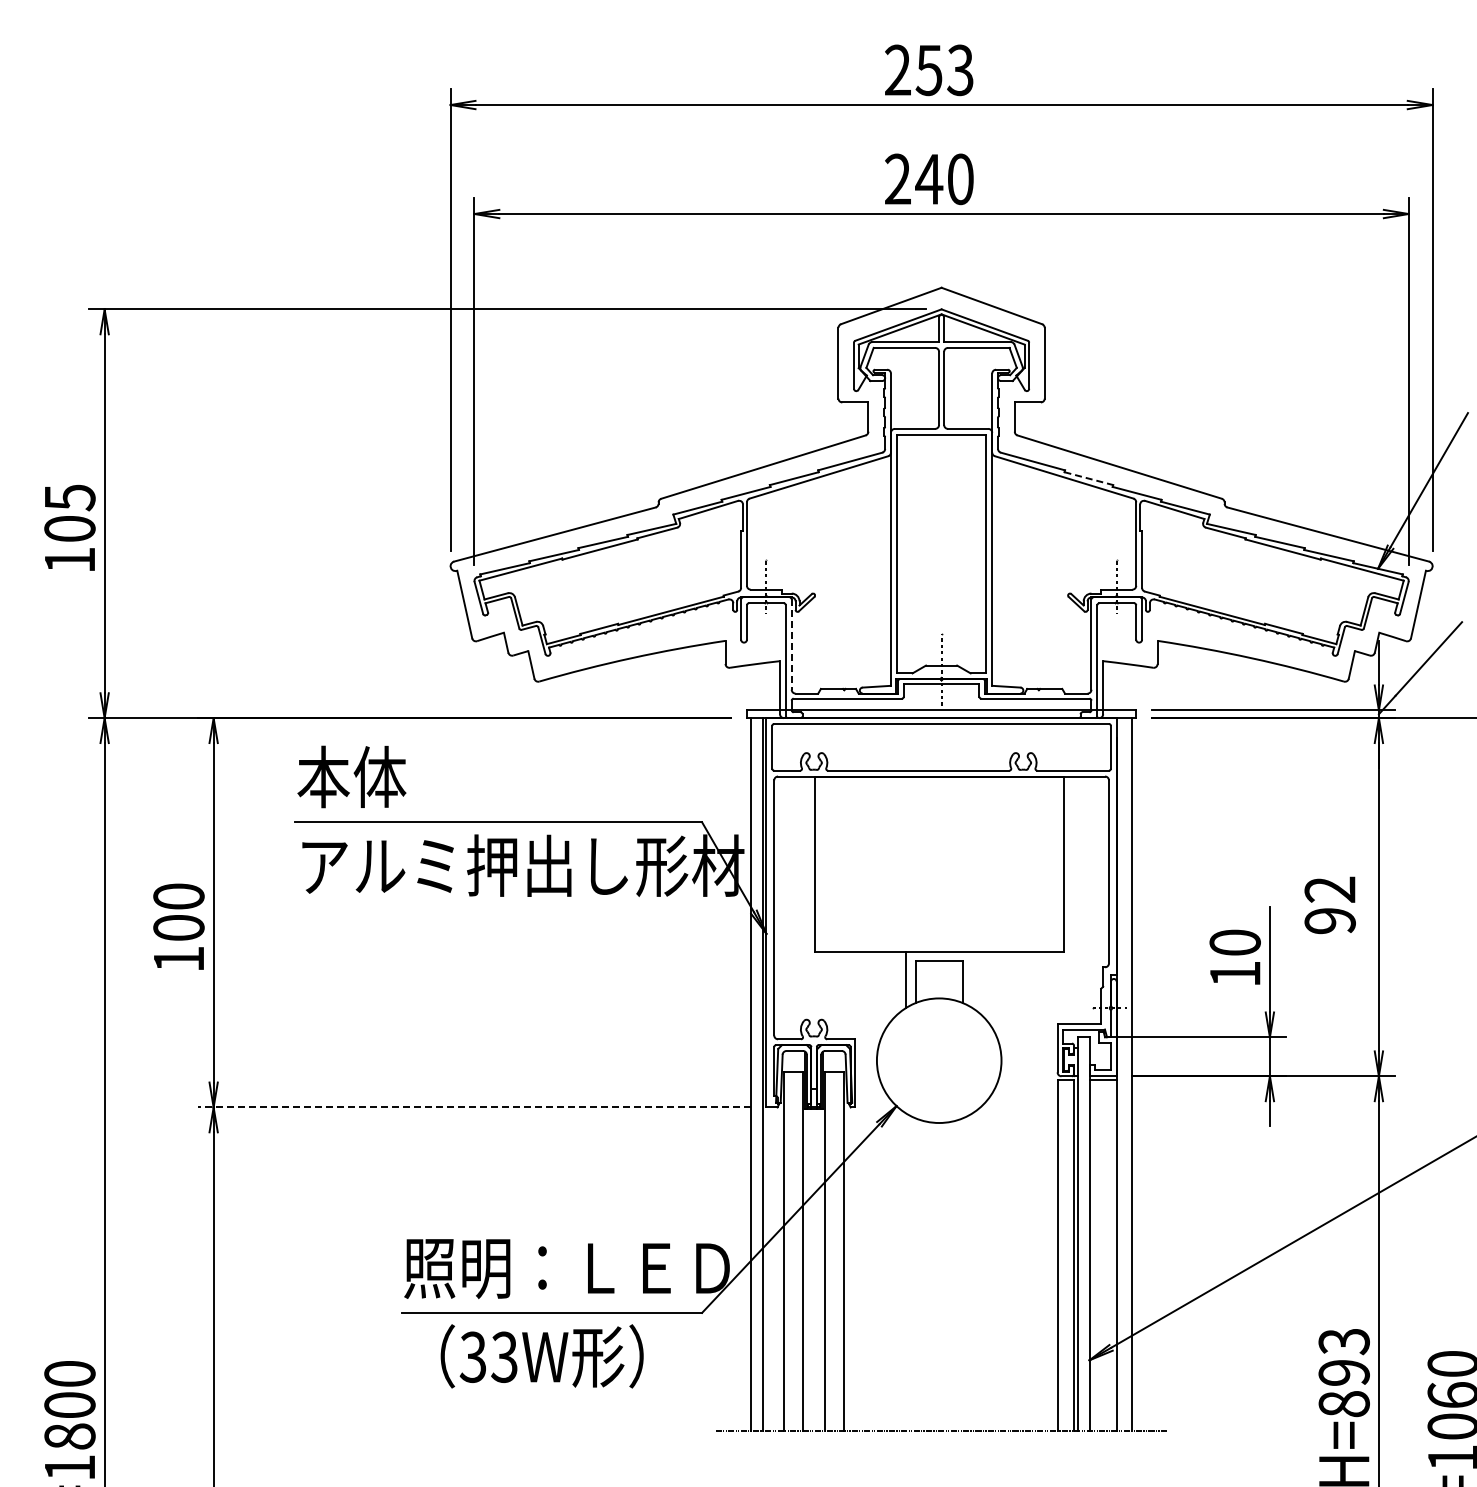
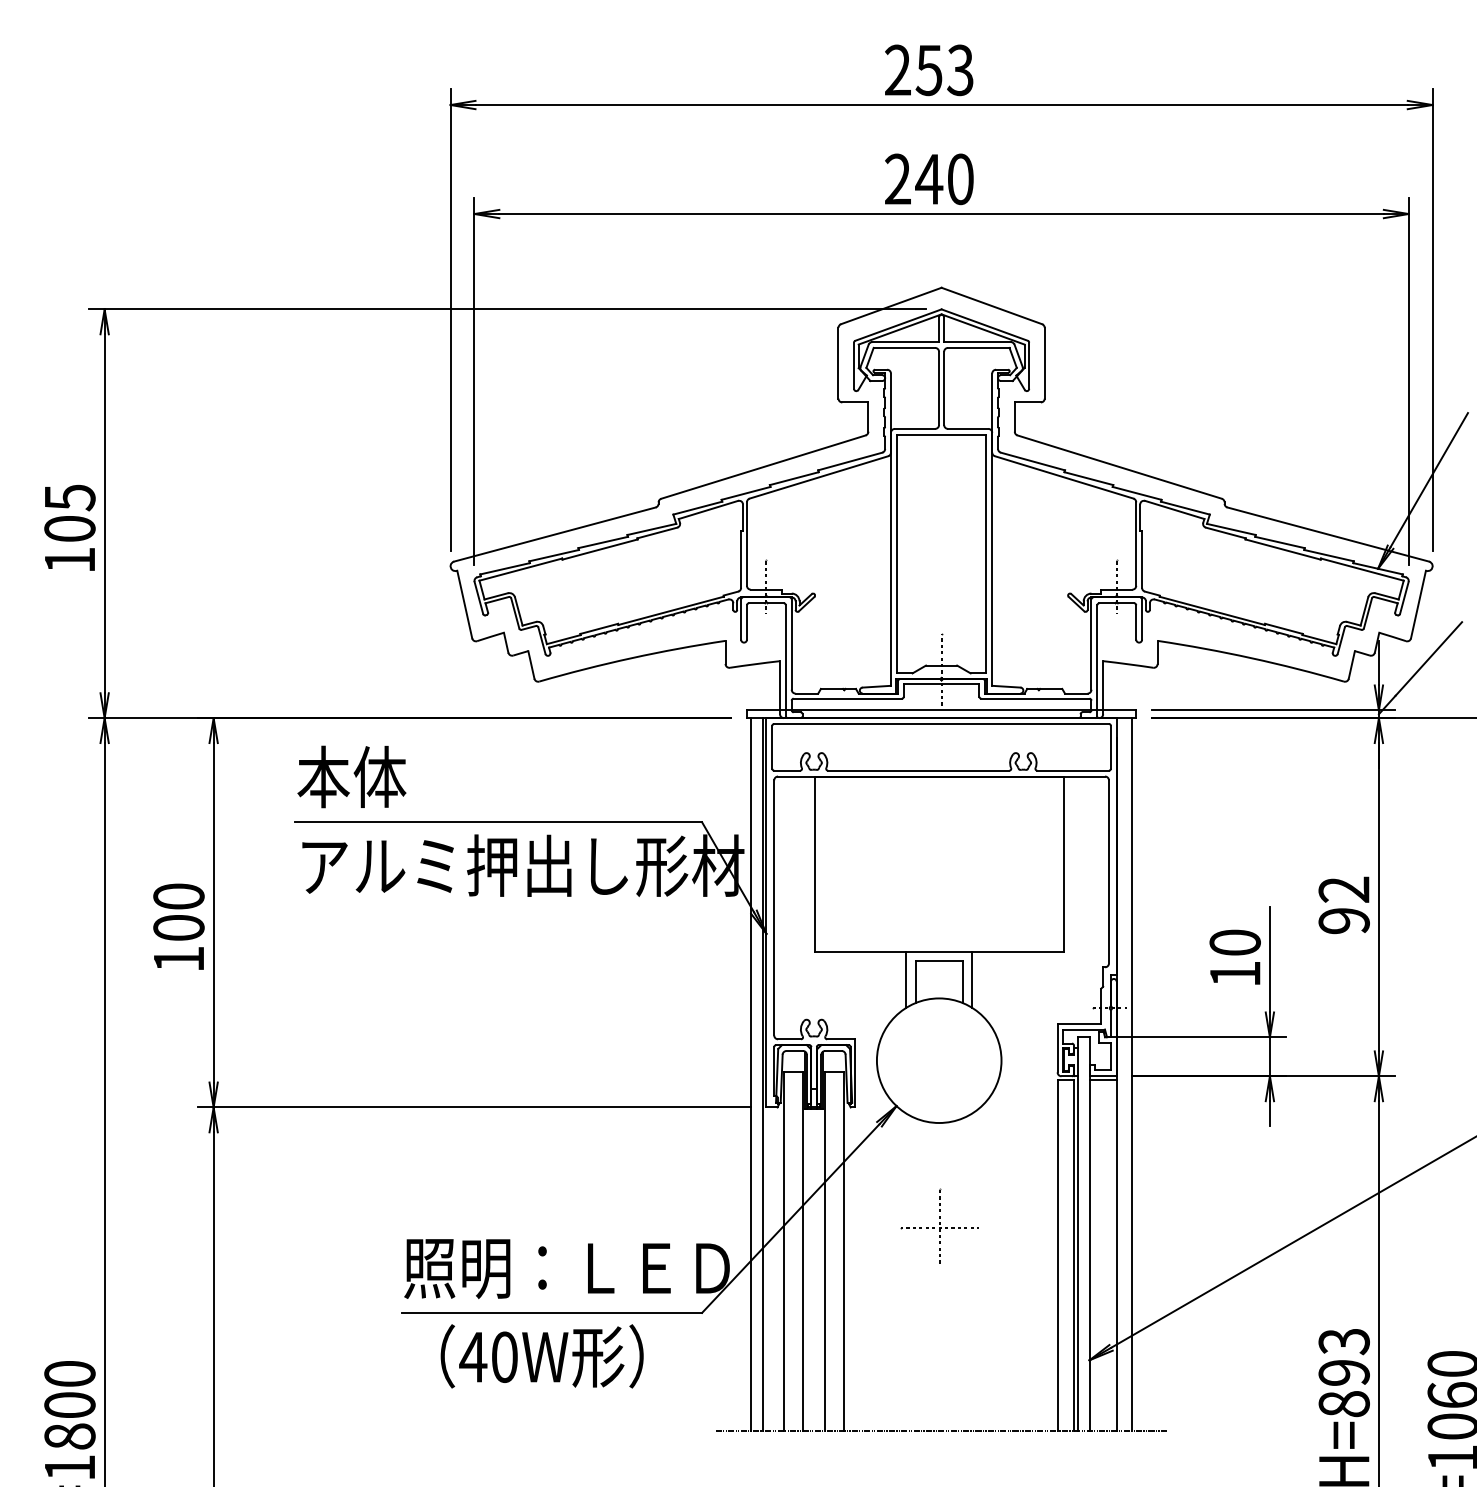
line at (1089, 478): dashed -> solid
line at (791, 645): dashed -> solid
text at (1329, 905) position: (1329, 905) -> (1343, 905)
line at (972, 979): none -> present
line at (473, 1107): dashed -> solid
part at (939, 1225): none -> present
text at (488, 1357): 33W -> 40W
